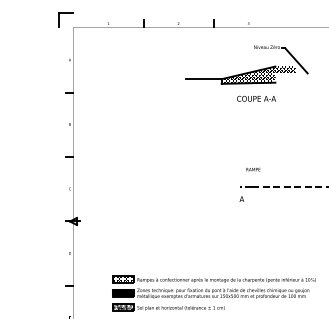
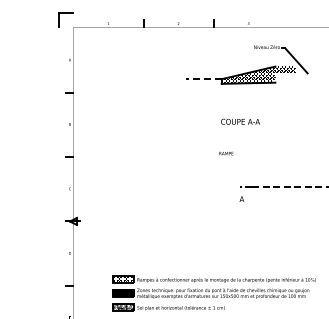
line at (203, 79): solid -> dashed
text at (256, 98) position: (256, 98) -> (240, 121)
text at (253, 169) position: (253, 169) -> (226, 153)
